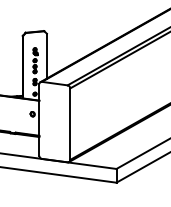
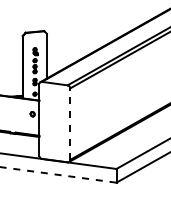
line at (70, 124): solid -> dashed
line at (58, 174): solid -> dashed
